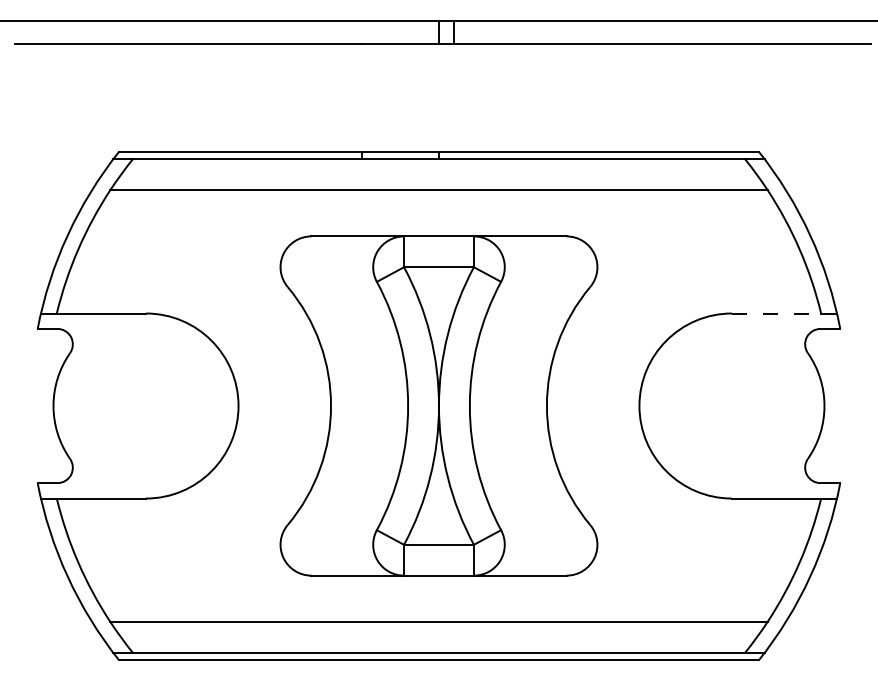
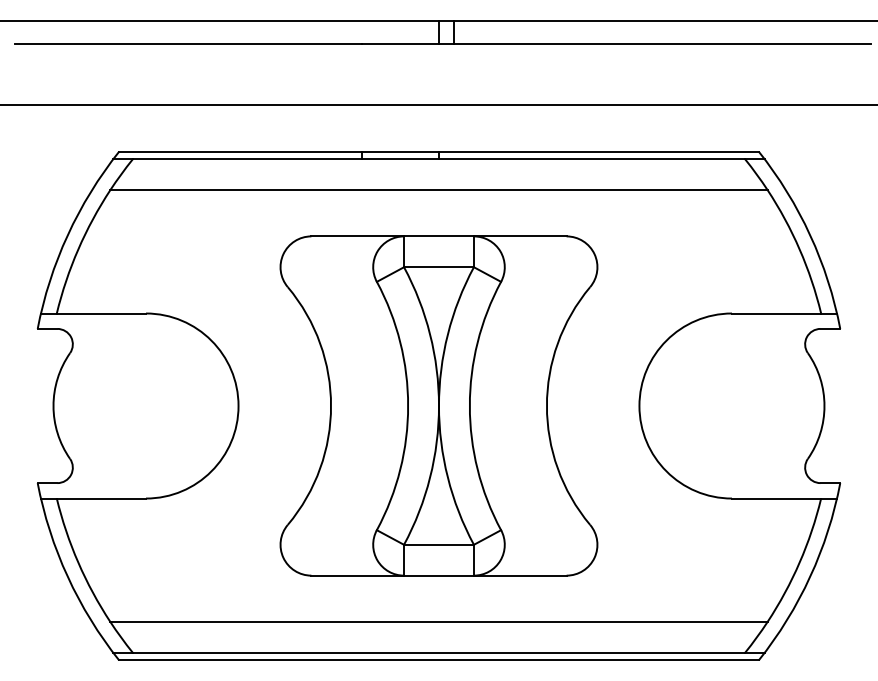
line at (438, 105): none -> present
line at (776, 313): dashed -> solid
